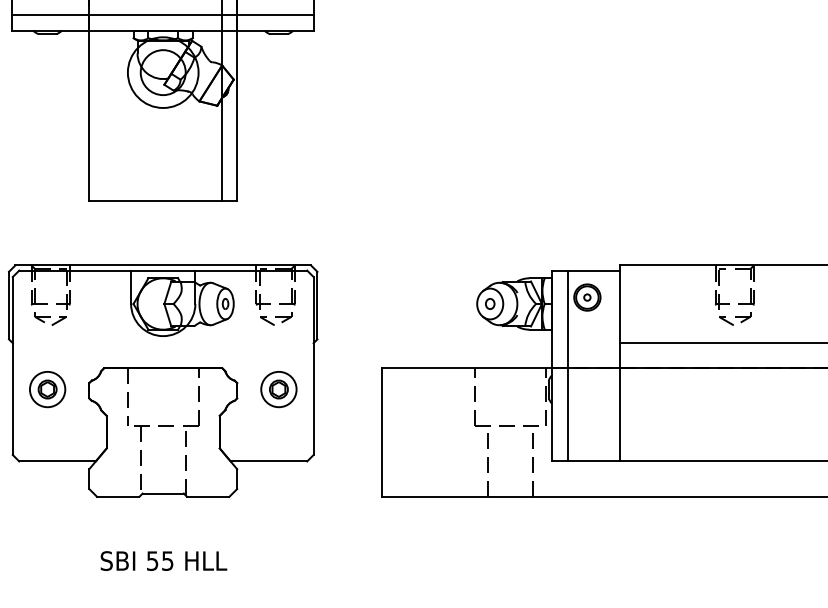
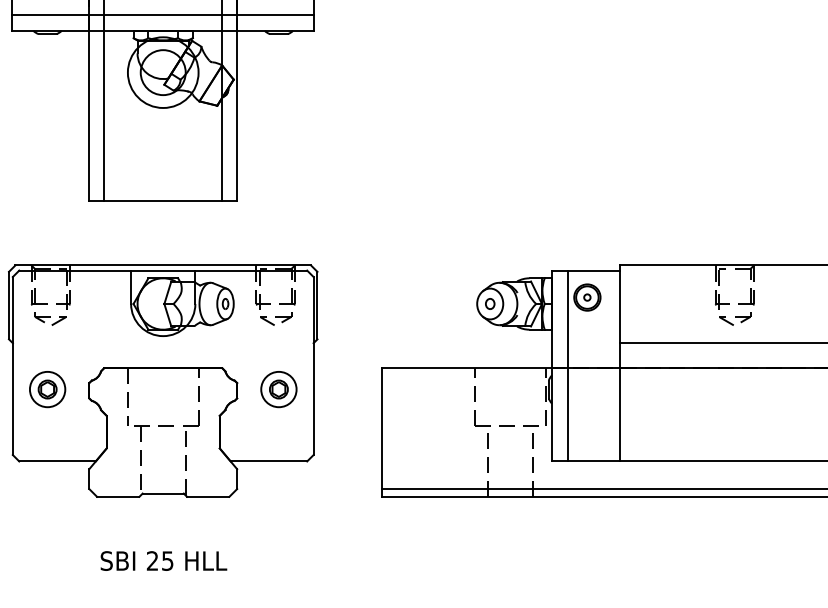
line at (104, 101): none -> present
line at (602, 489): none -> present
text at (152, 560): 55 -> 25
